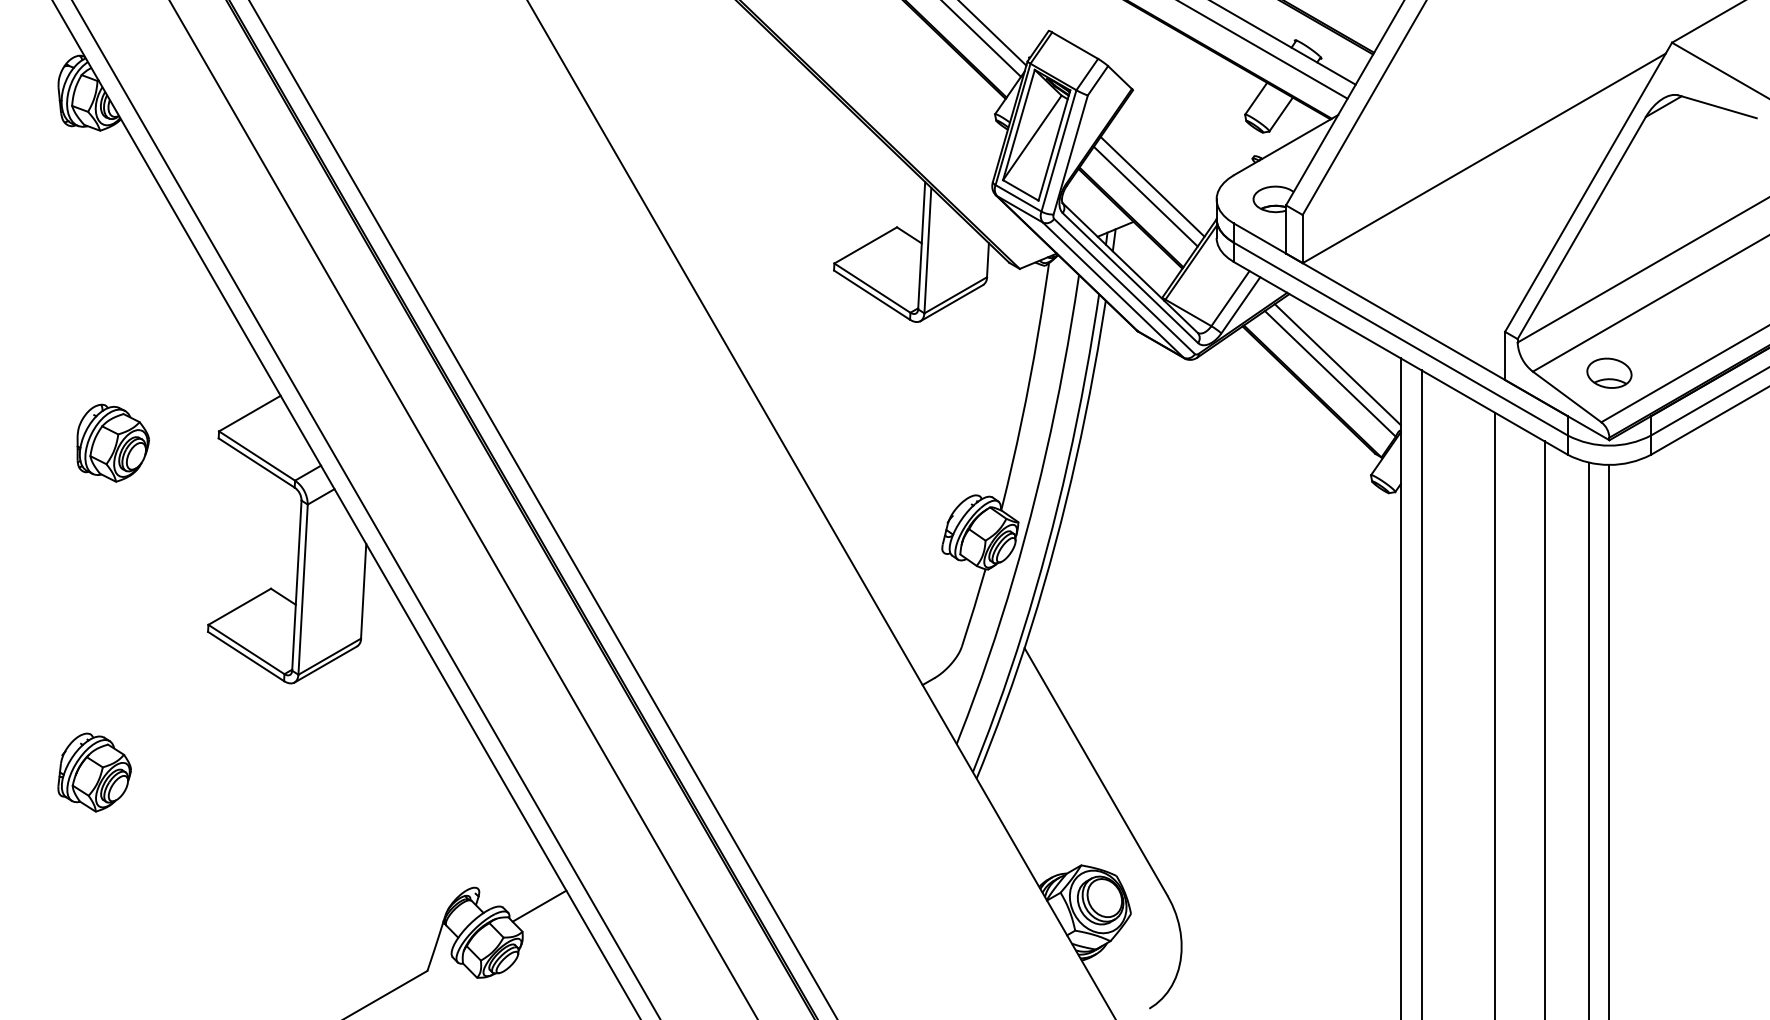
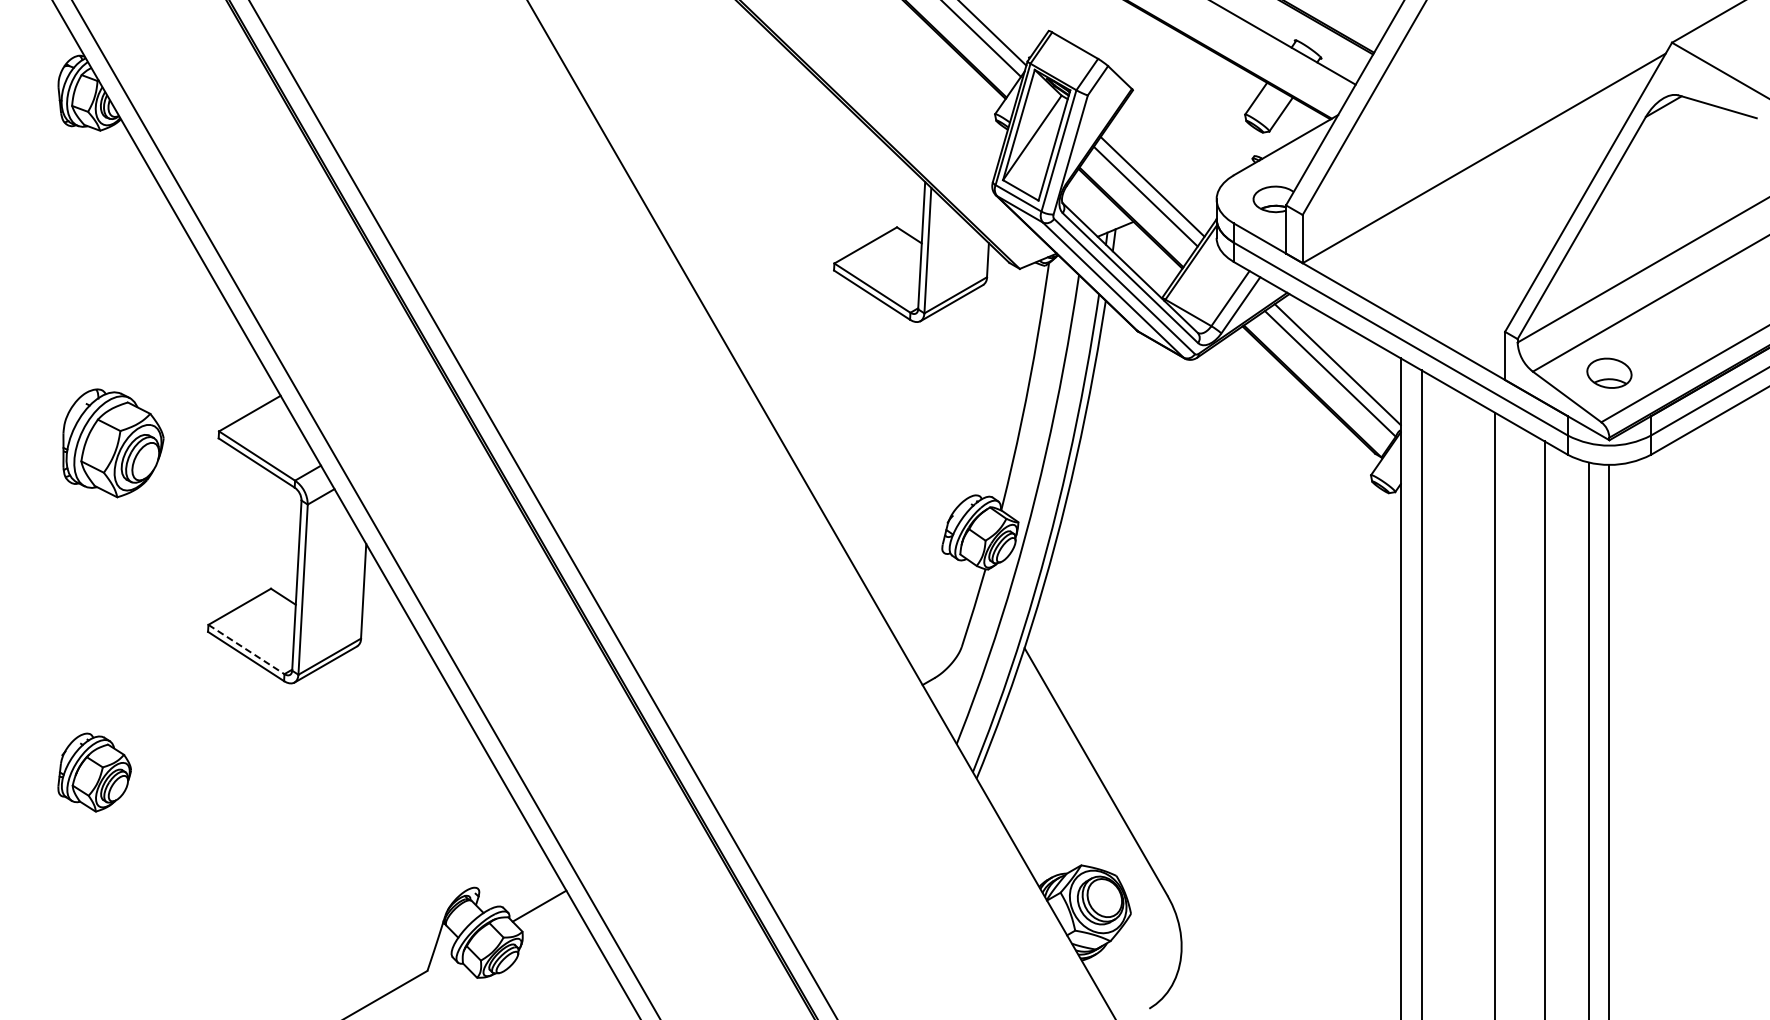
line at (1263, 50): present -> none
part at (112, 442) size: 74x80 px -> 103x111 px
line at (463, 509): present -> none
line at (246, 649): solid -> dashed
